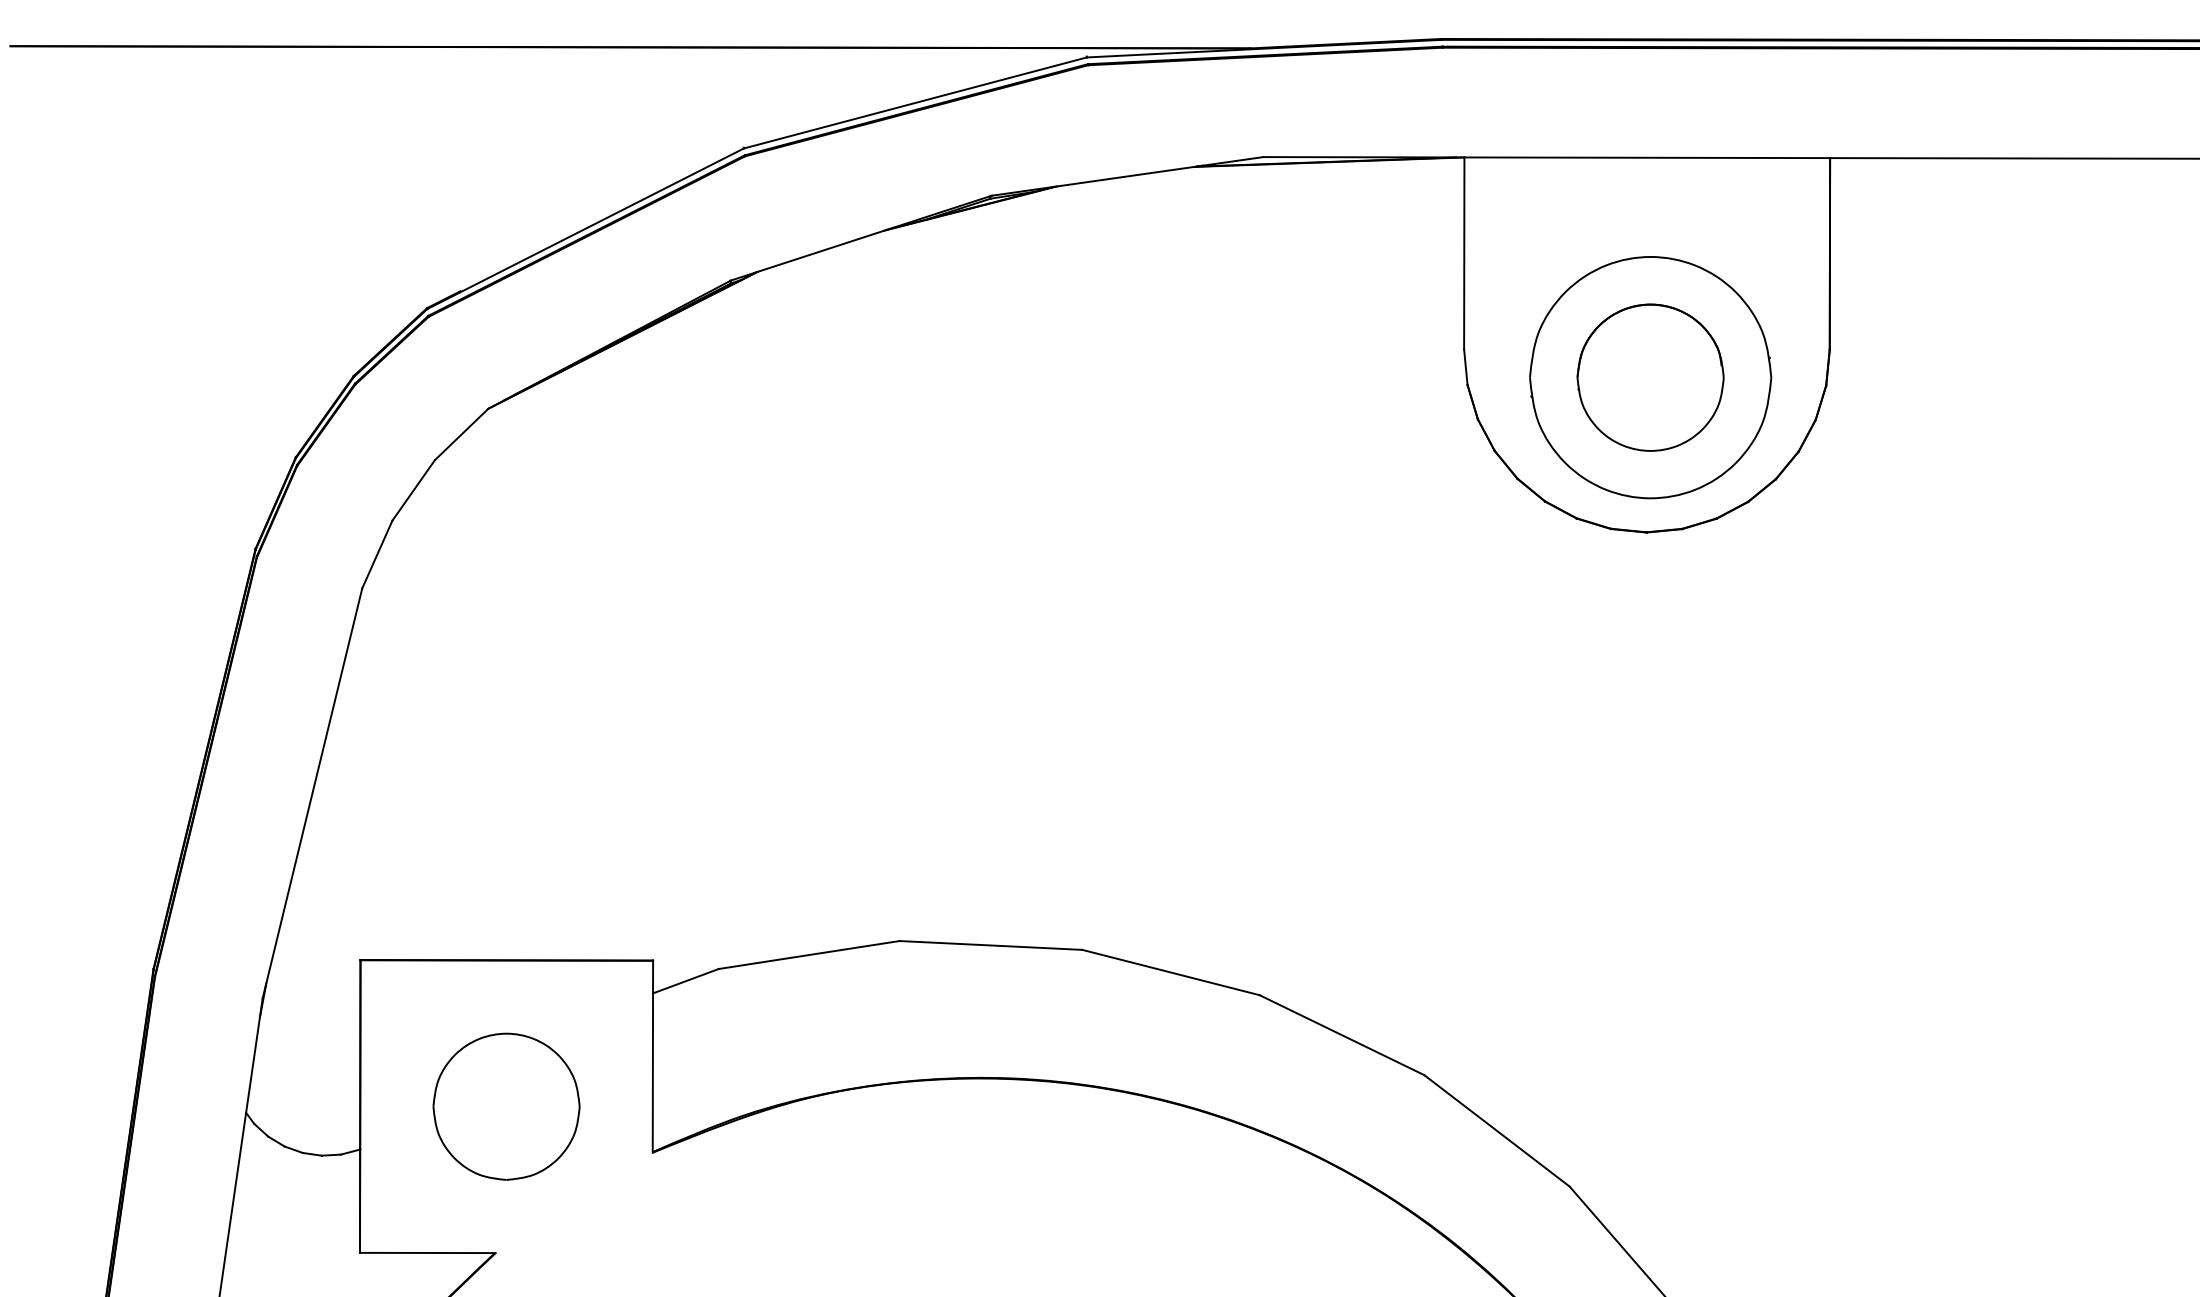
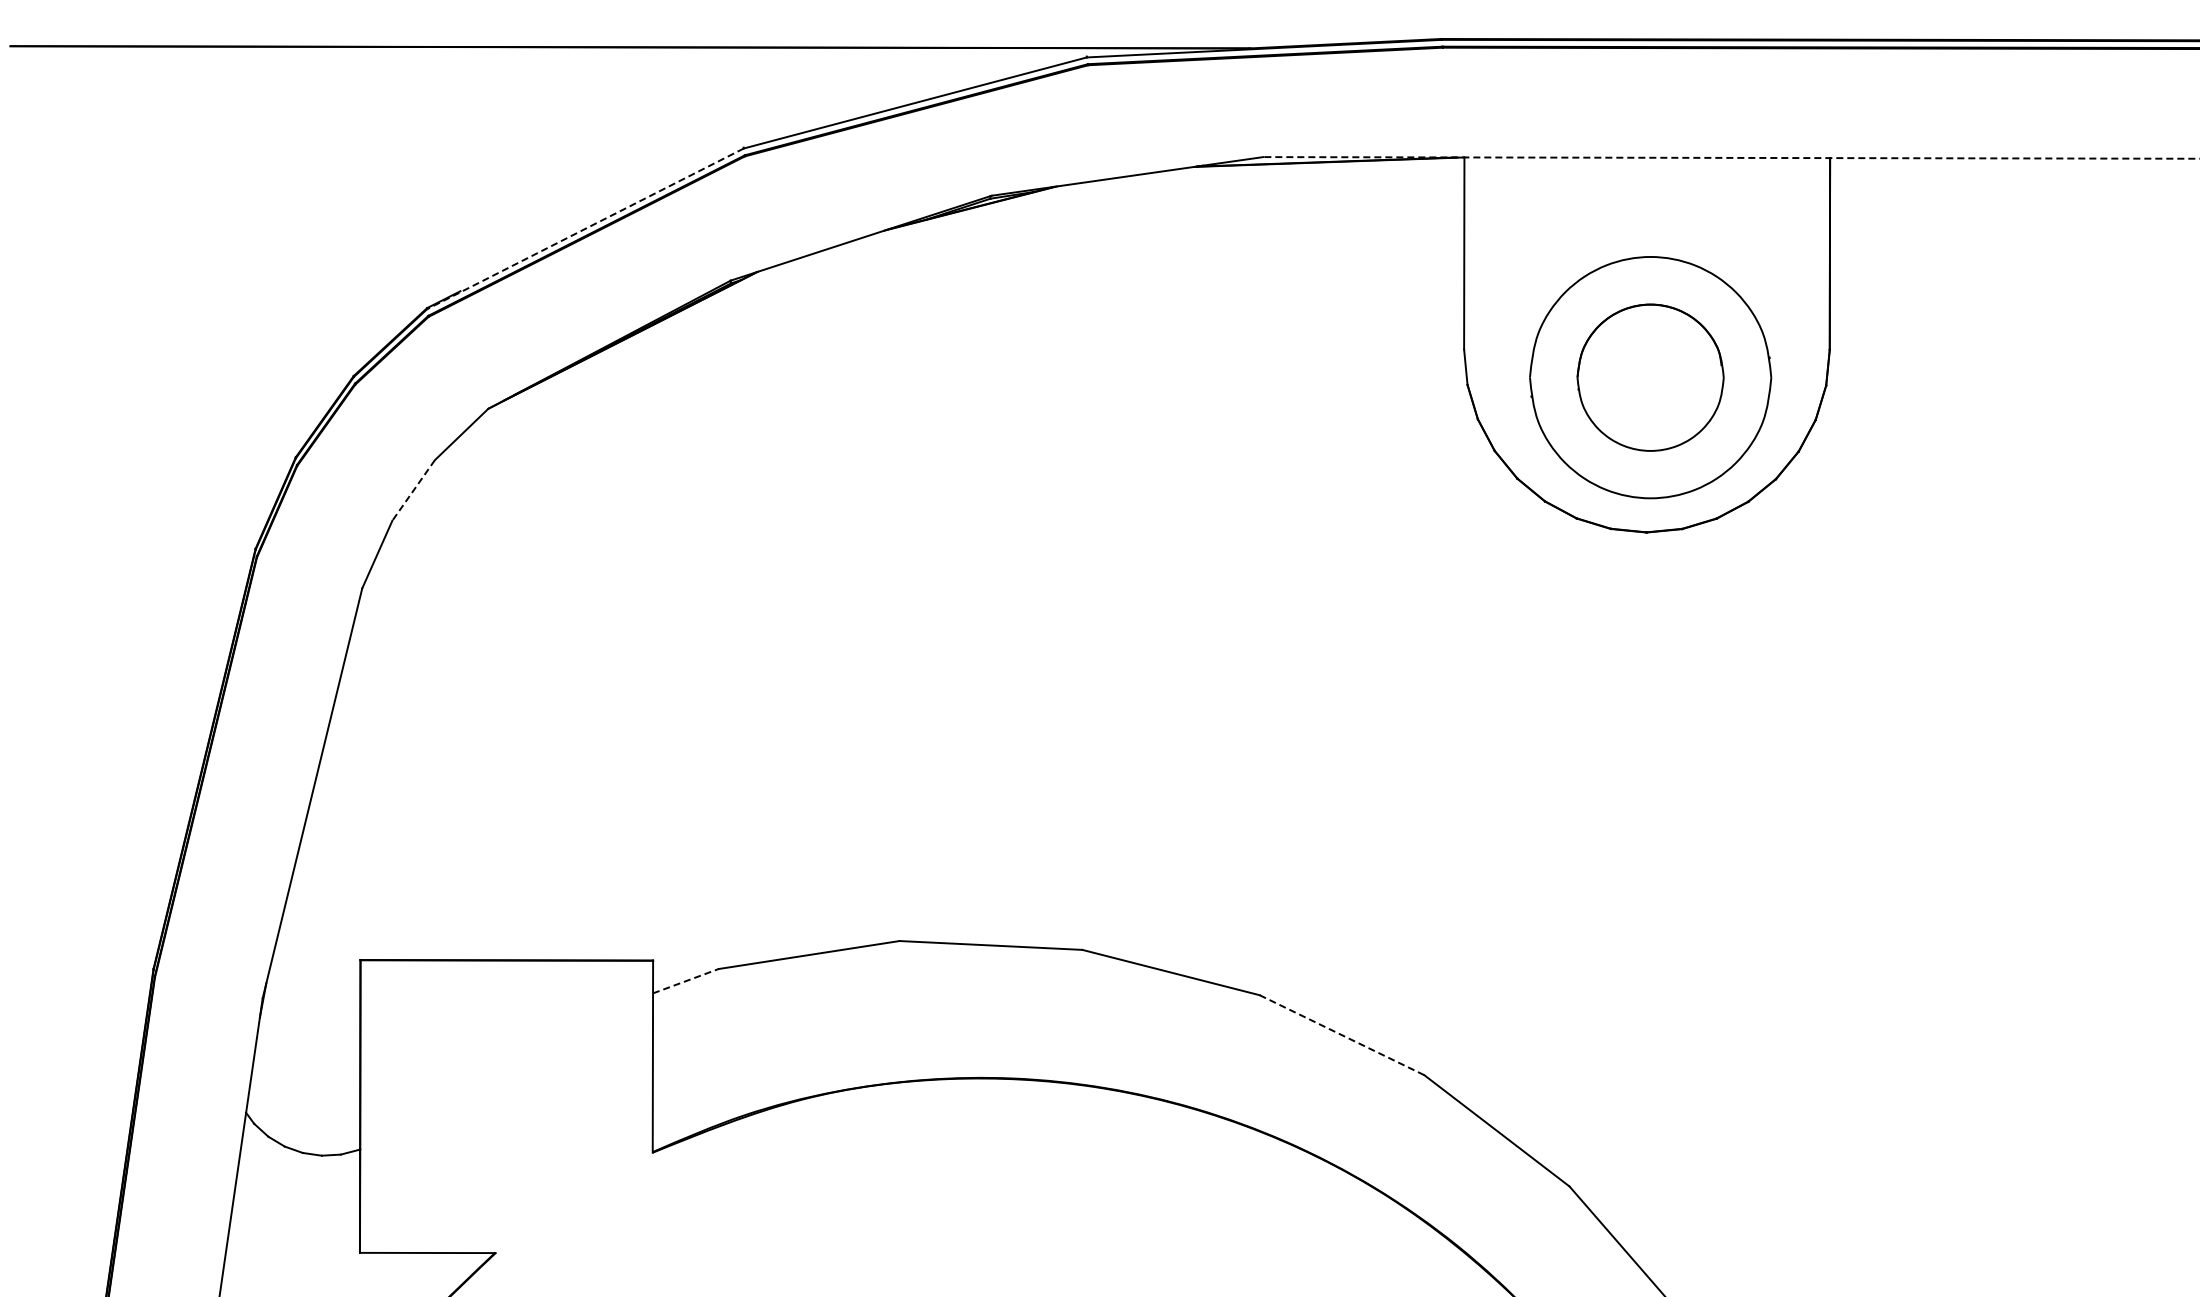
line at (1731, 157): solid -> dashed
line at (585, 229): solid -> dashed
line at (413, 490): solid -> dashed
line at (686, 981): solid -> dashed
line at (1341, 1035): solid -> dashed
part at (506, 1106): present -> none
